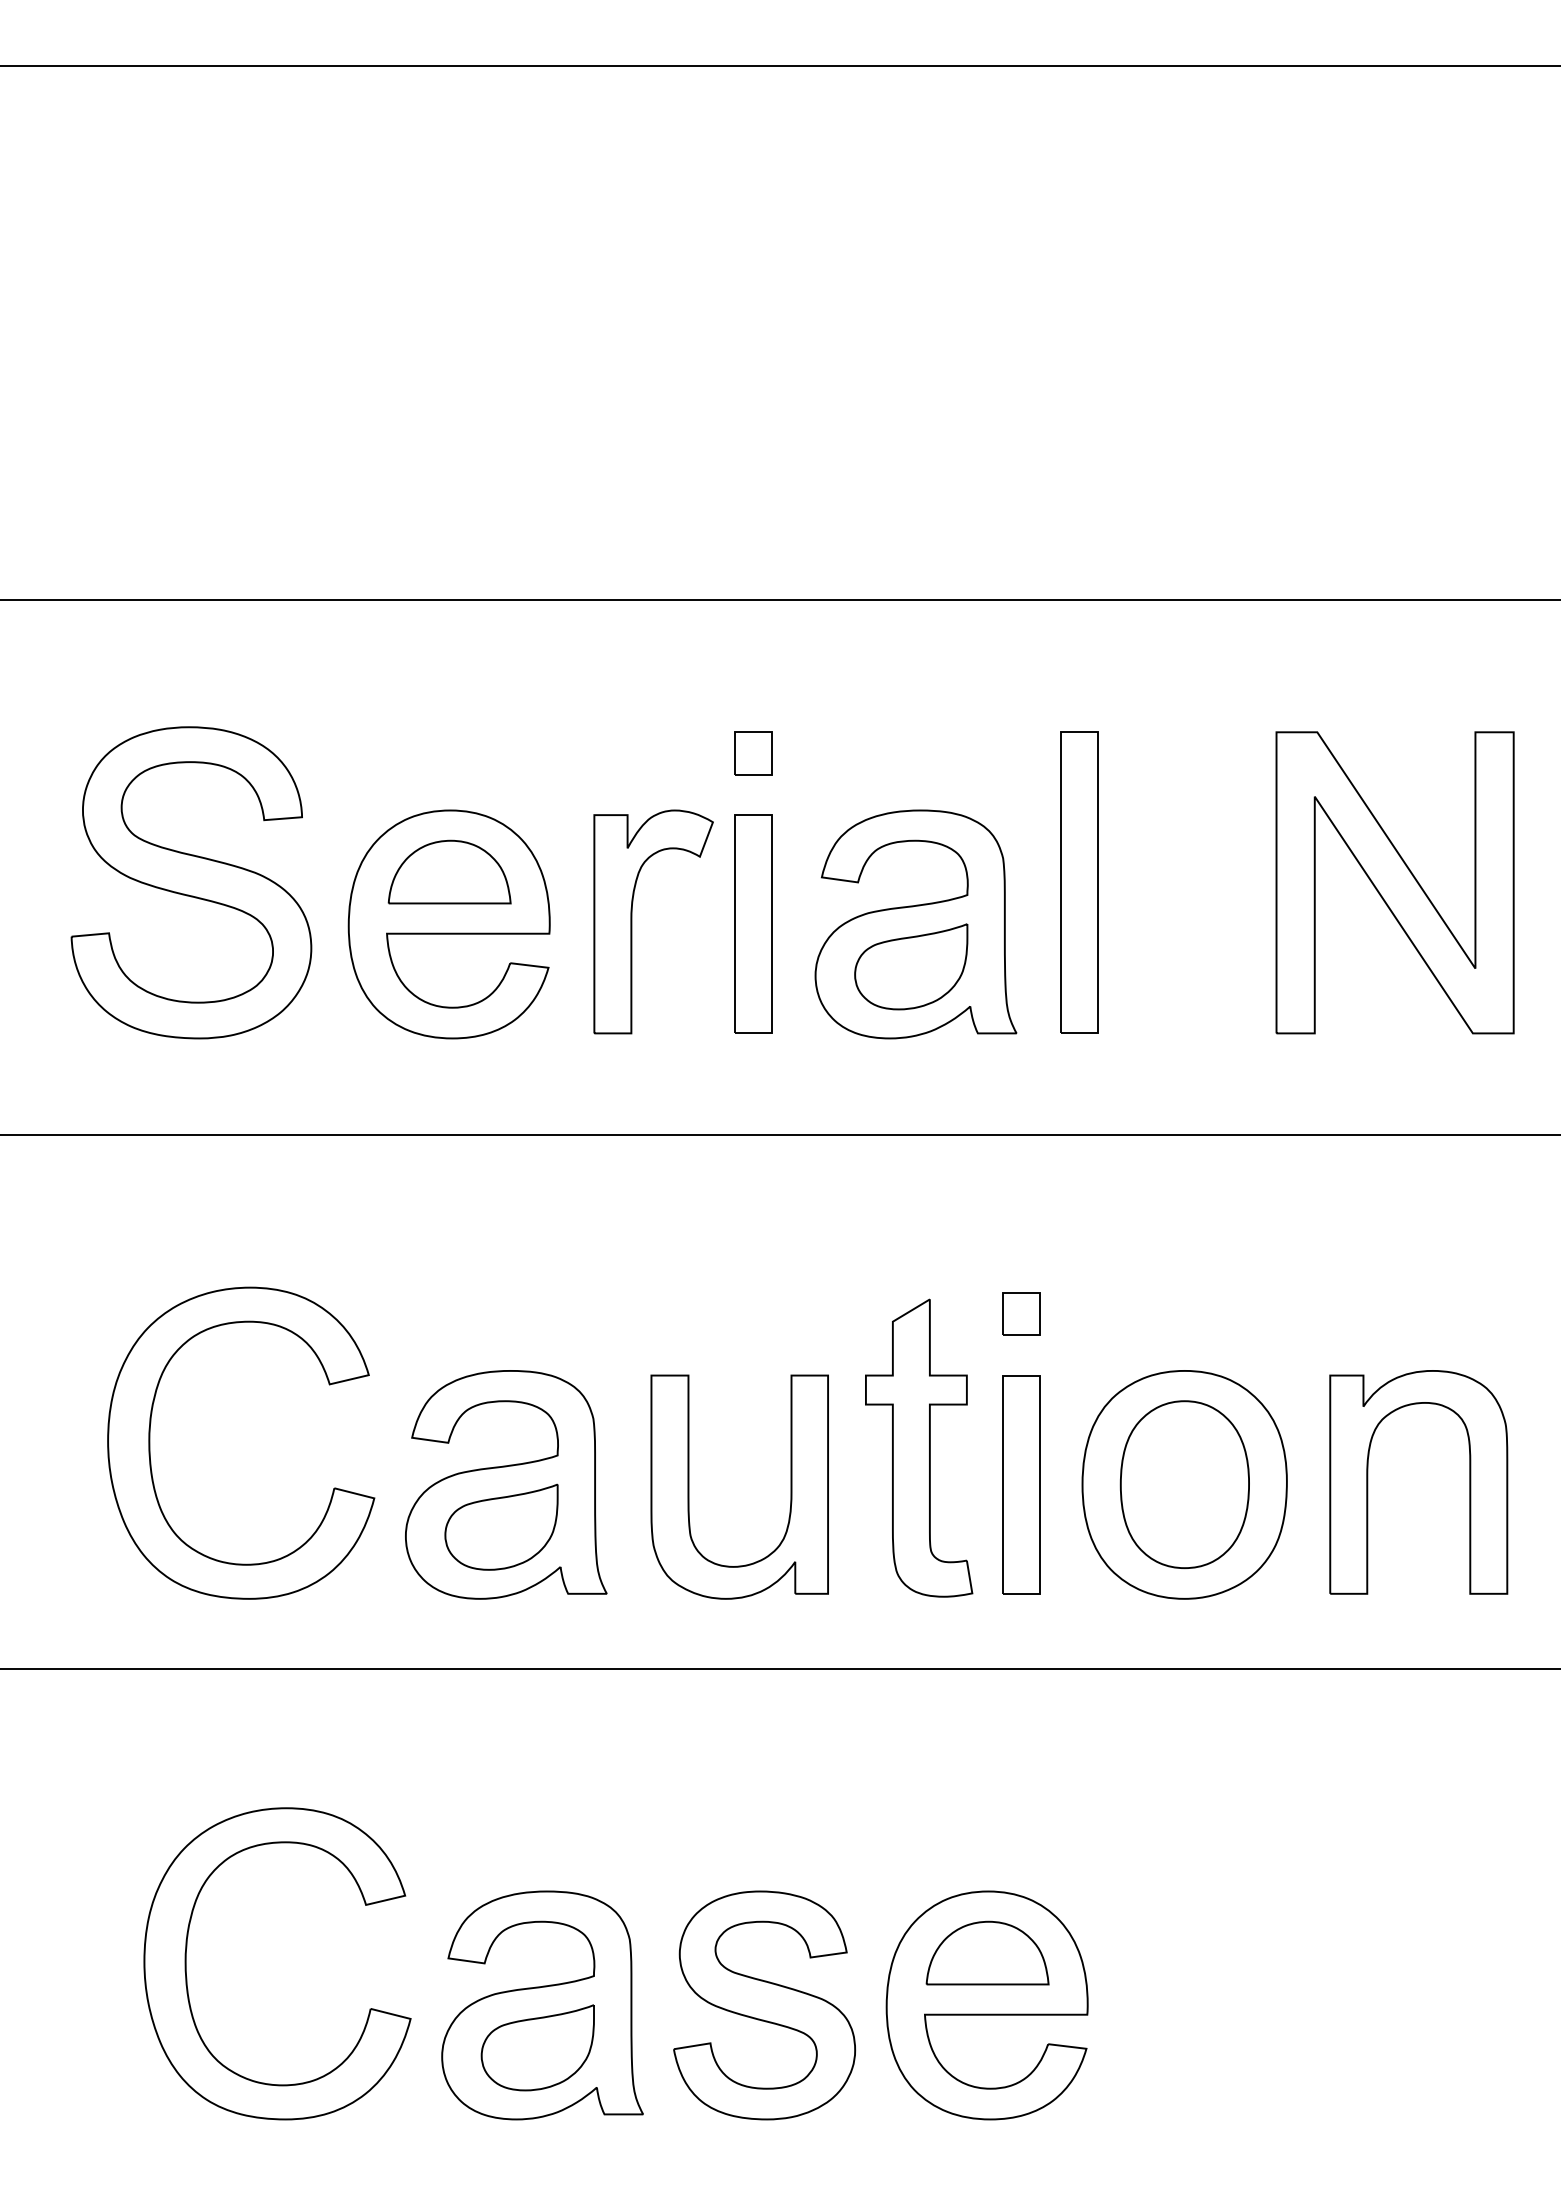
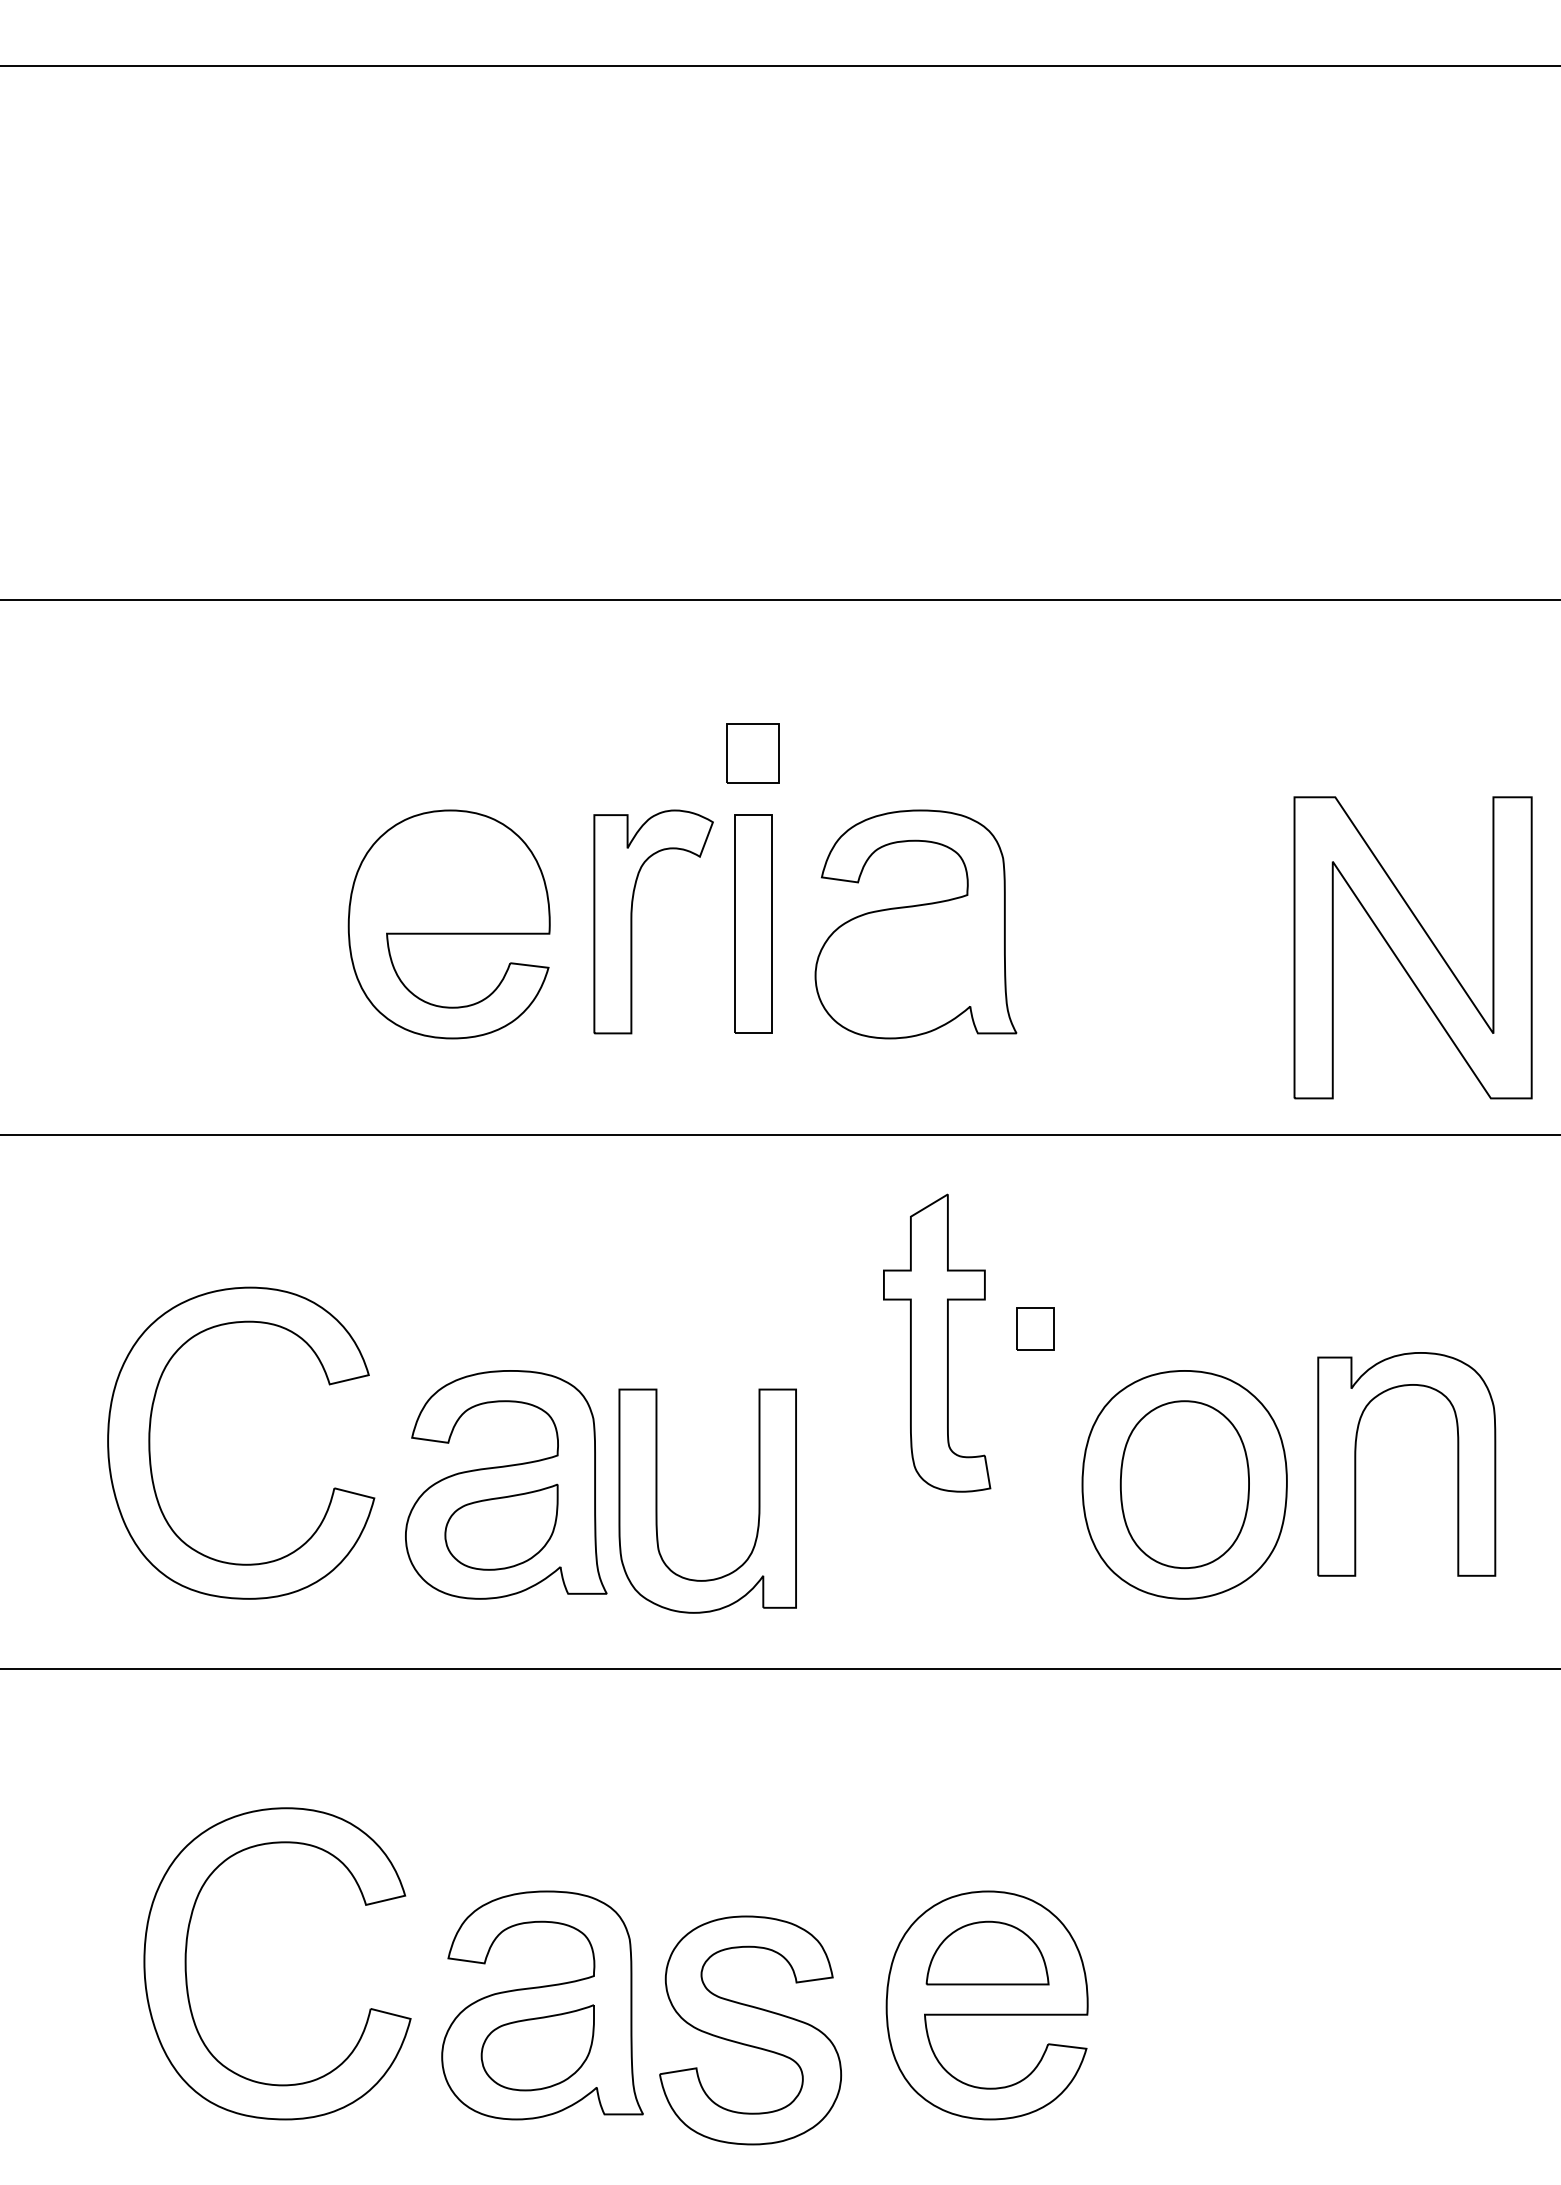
part at (753, 753) size: 39x45 px -> 54x61 px
part at (449, 871): present -> none
part at (191, 882): present -> none
part at (1079, 882): present -> none
part at (1394, 882) position: (1394, 882) -> (1412, 947)
part at (911, 966): present -> none
part at (1021, 1313) position: (1021, 1313) -> (1035, 1328)
part at (919, 1447) position: (919, 1447) -> (937, 1342)
part at (1368, 1482) position: (1368, 1482) -> (1356, 1464)
part at (1021, 1484): present -> none
part at (689, 1486) position: (689, 1486) -> (657, 1500)
part at (764, 2005) position: (764, 2005) -> (750, 2030)
